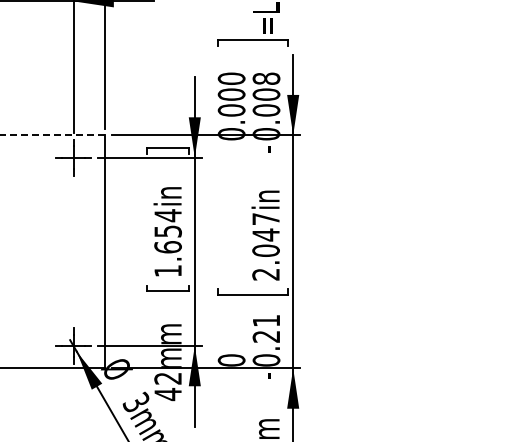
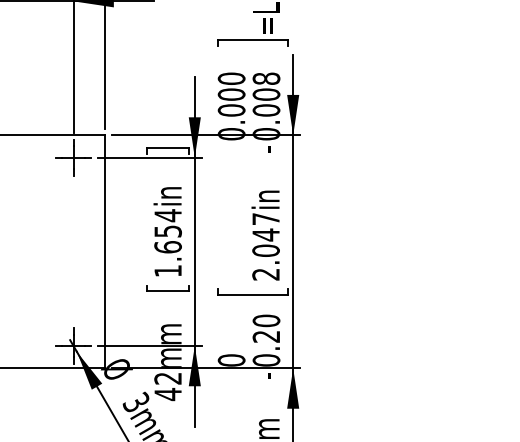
line at (52, 135): dashed -> solid
text at (266, 320): 0.21 -> 0.20
